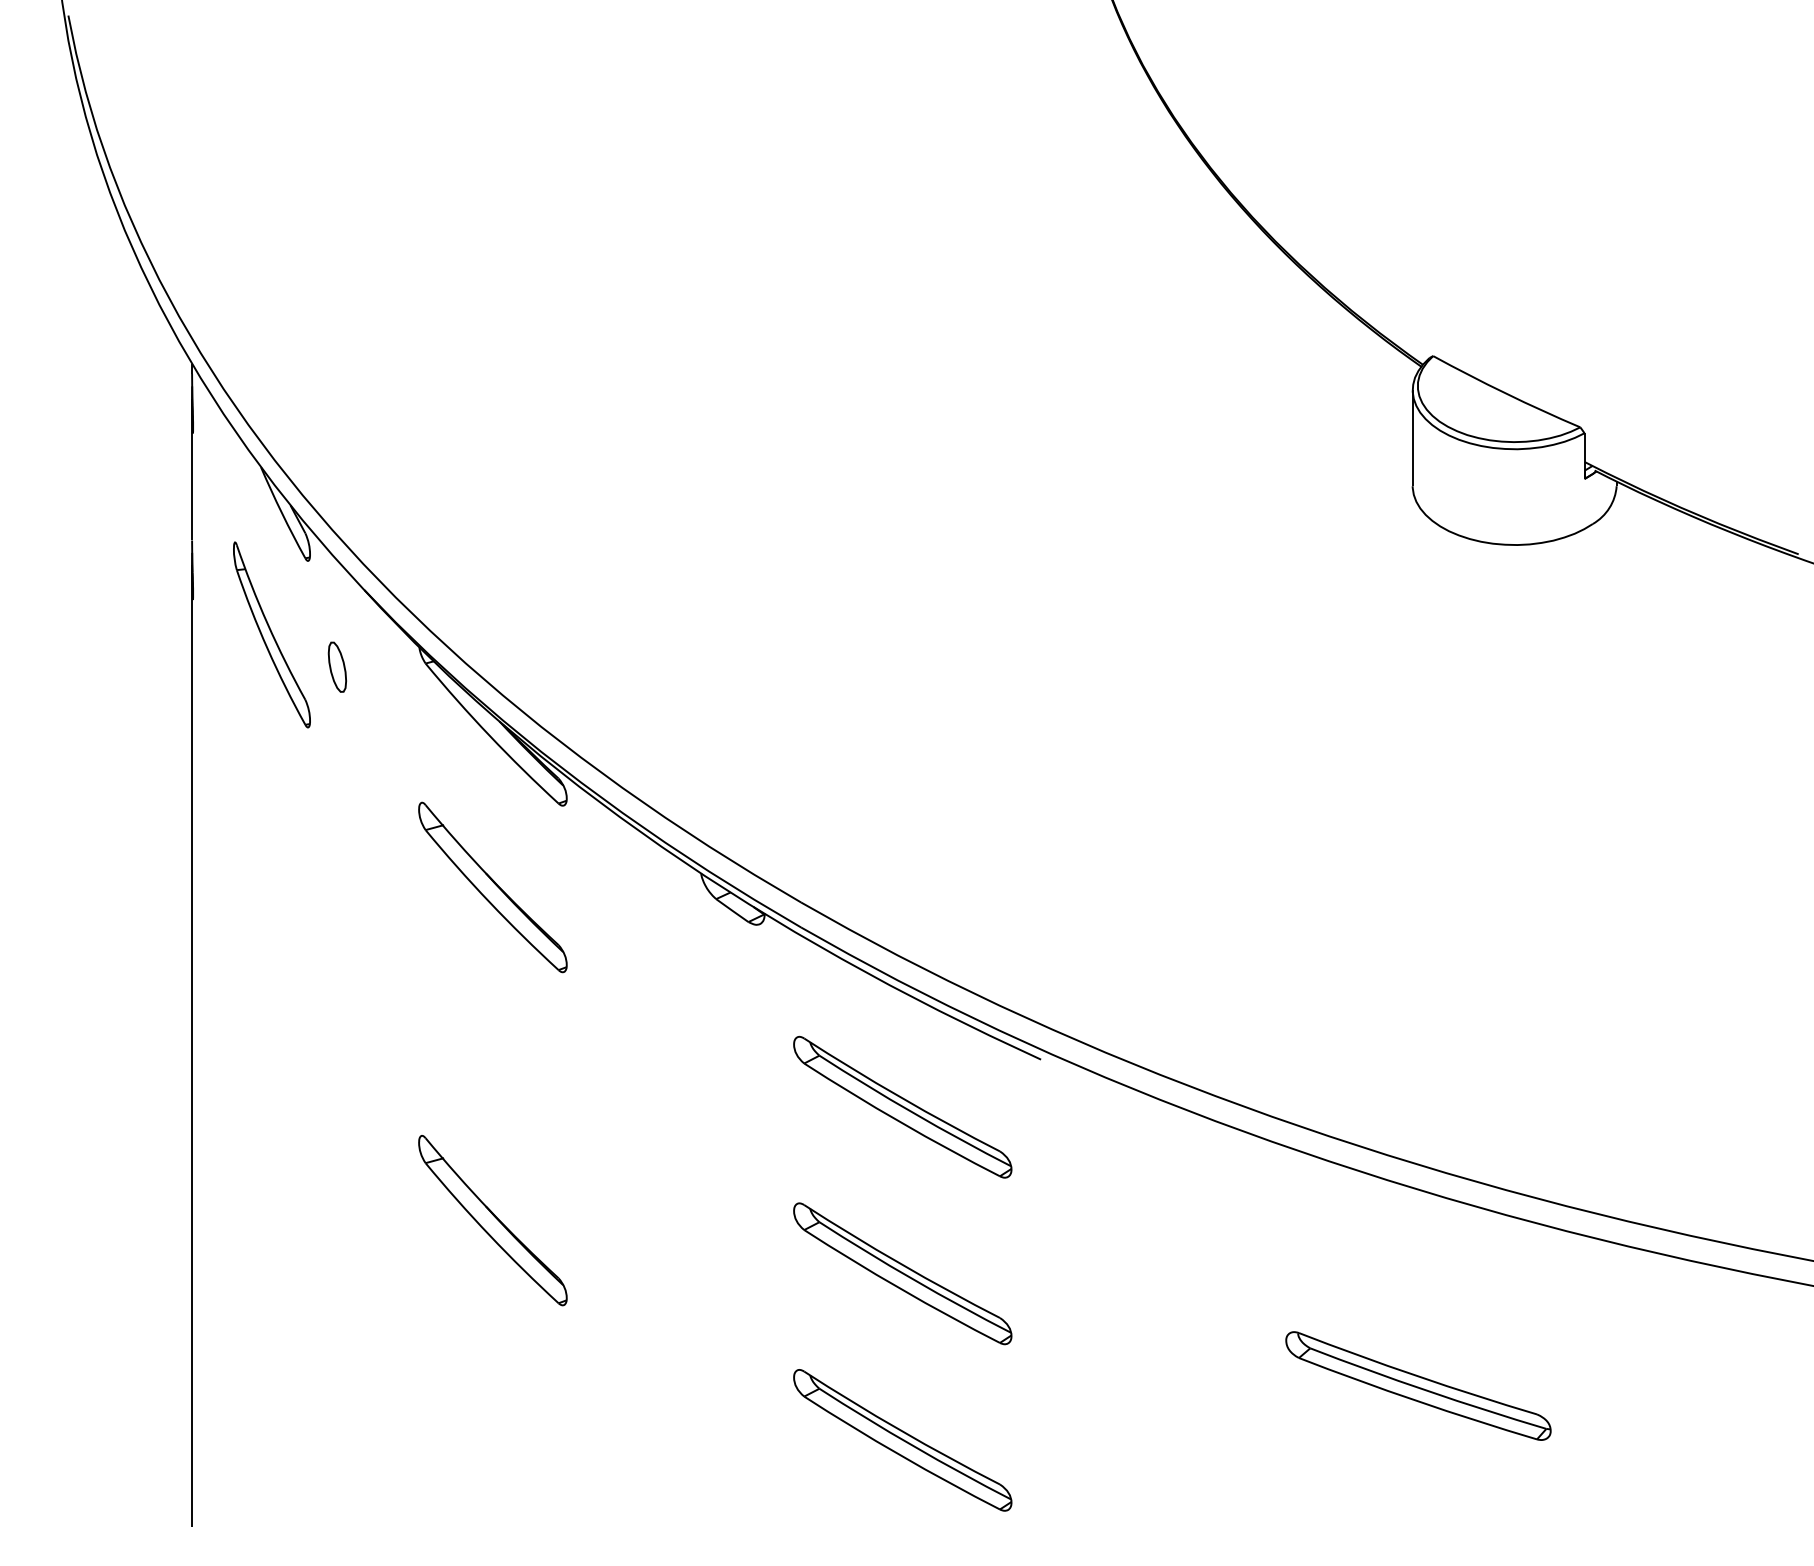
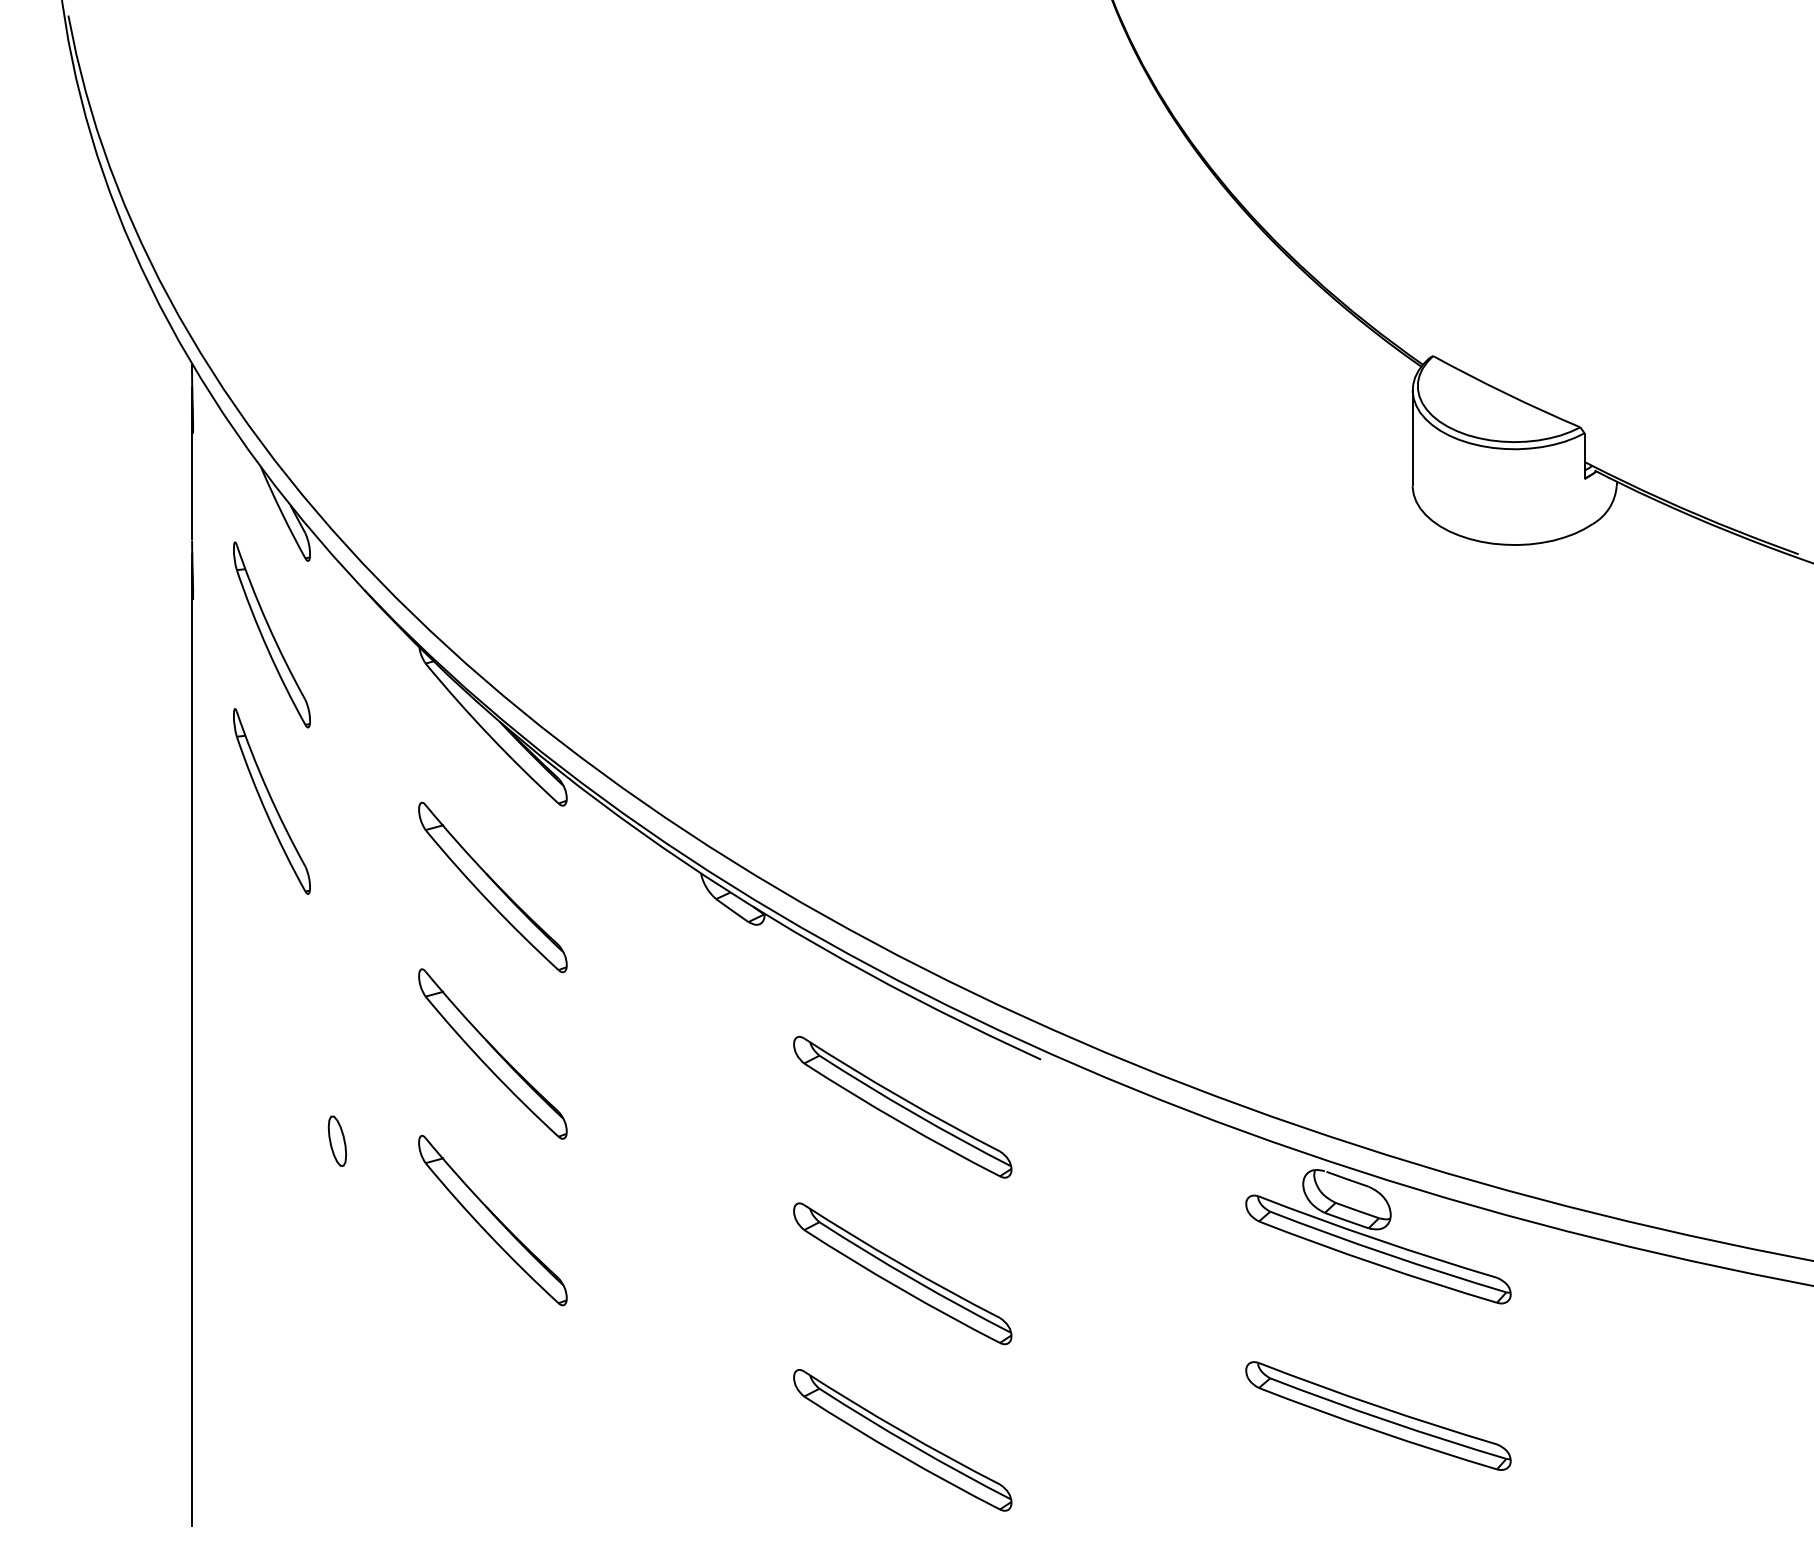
part at (336, 666) position: (336, 666) -> (336, 1140)
part at (271, 801): none -> present
part at (492, 1053): none -> present
part at (1378, 1236): none -> present
part at (1418, 1385) position: (1418, 1385) -> (1378, 1415)
